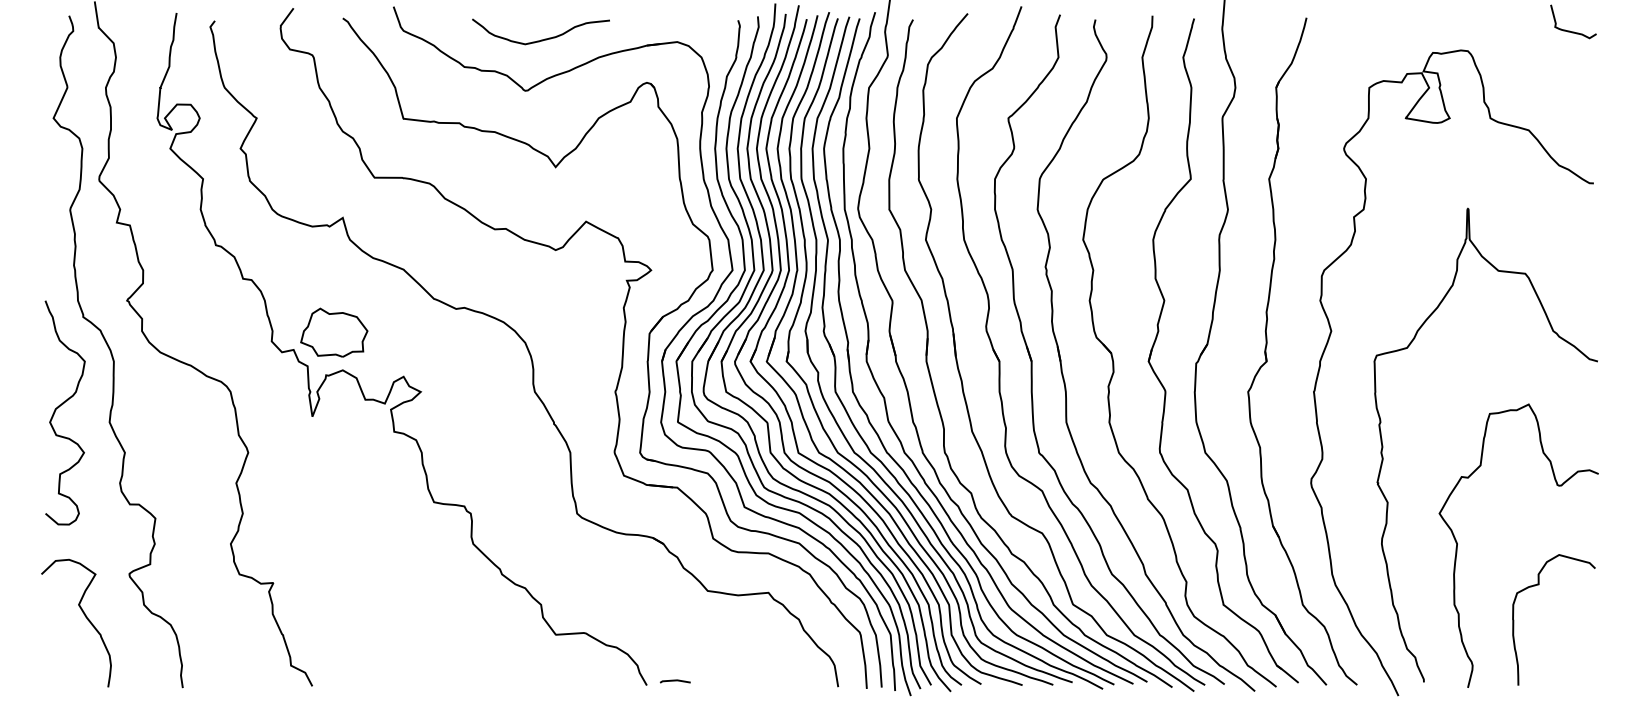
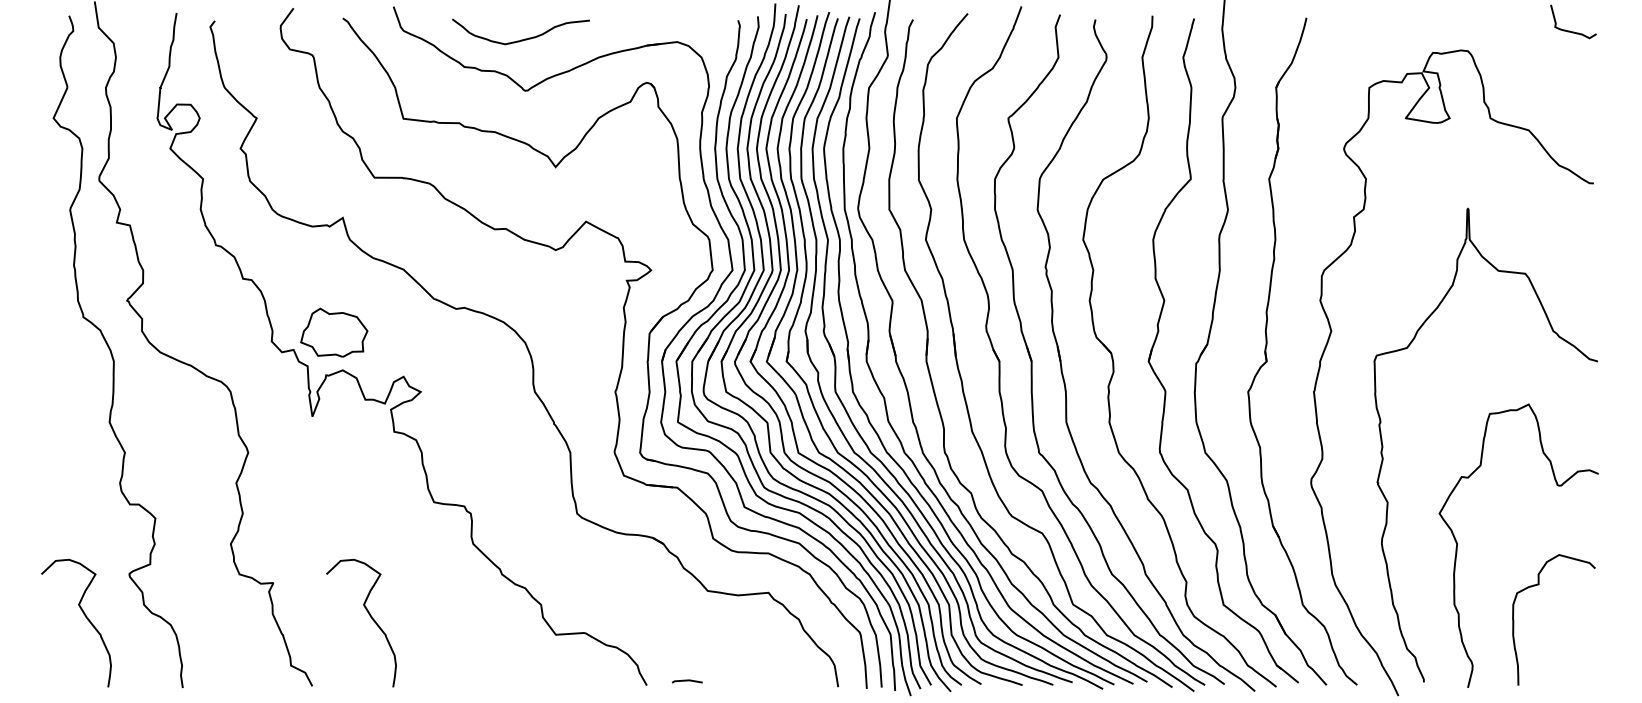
curve at (544, 38) position: (544, 38) -> (524, 38)
curve at (59, 407): present -> none
curve at (370, 617): none -> present
line at (675, 681) position: (675, 681) -> (687, 681)
